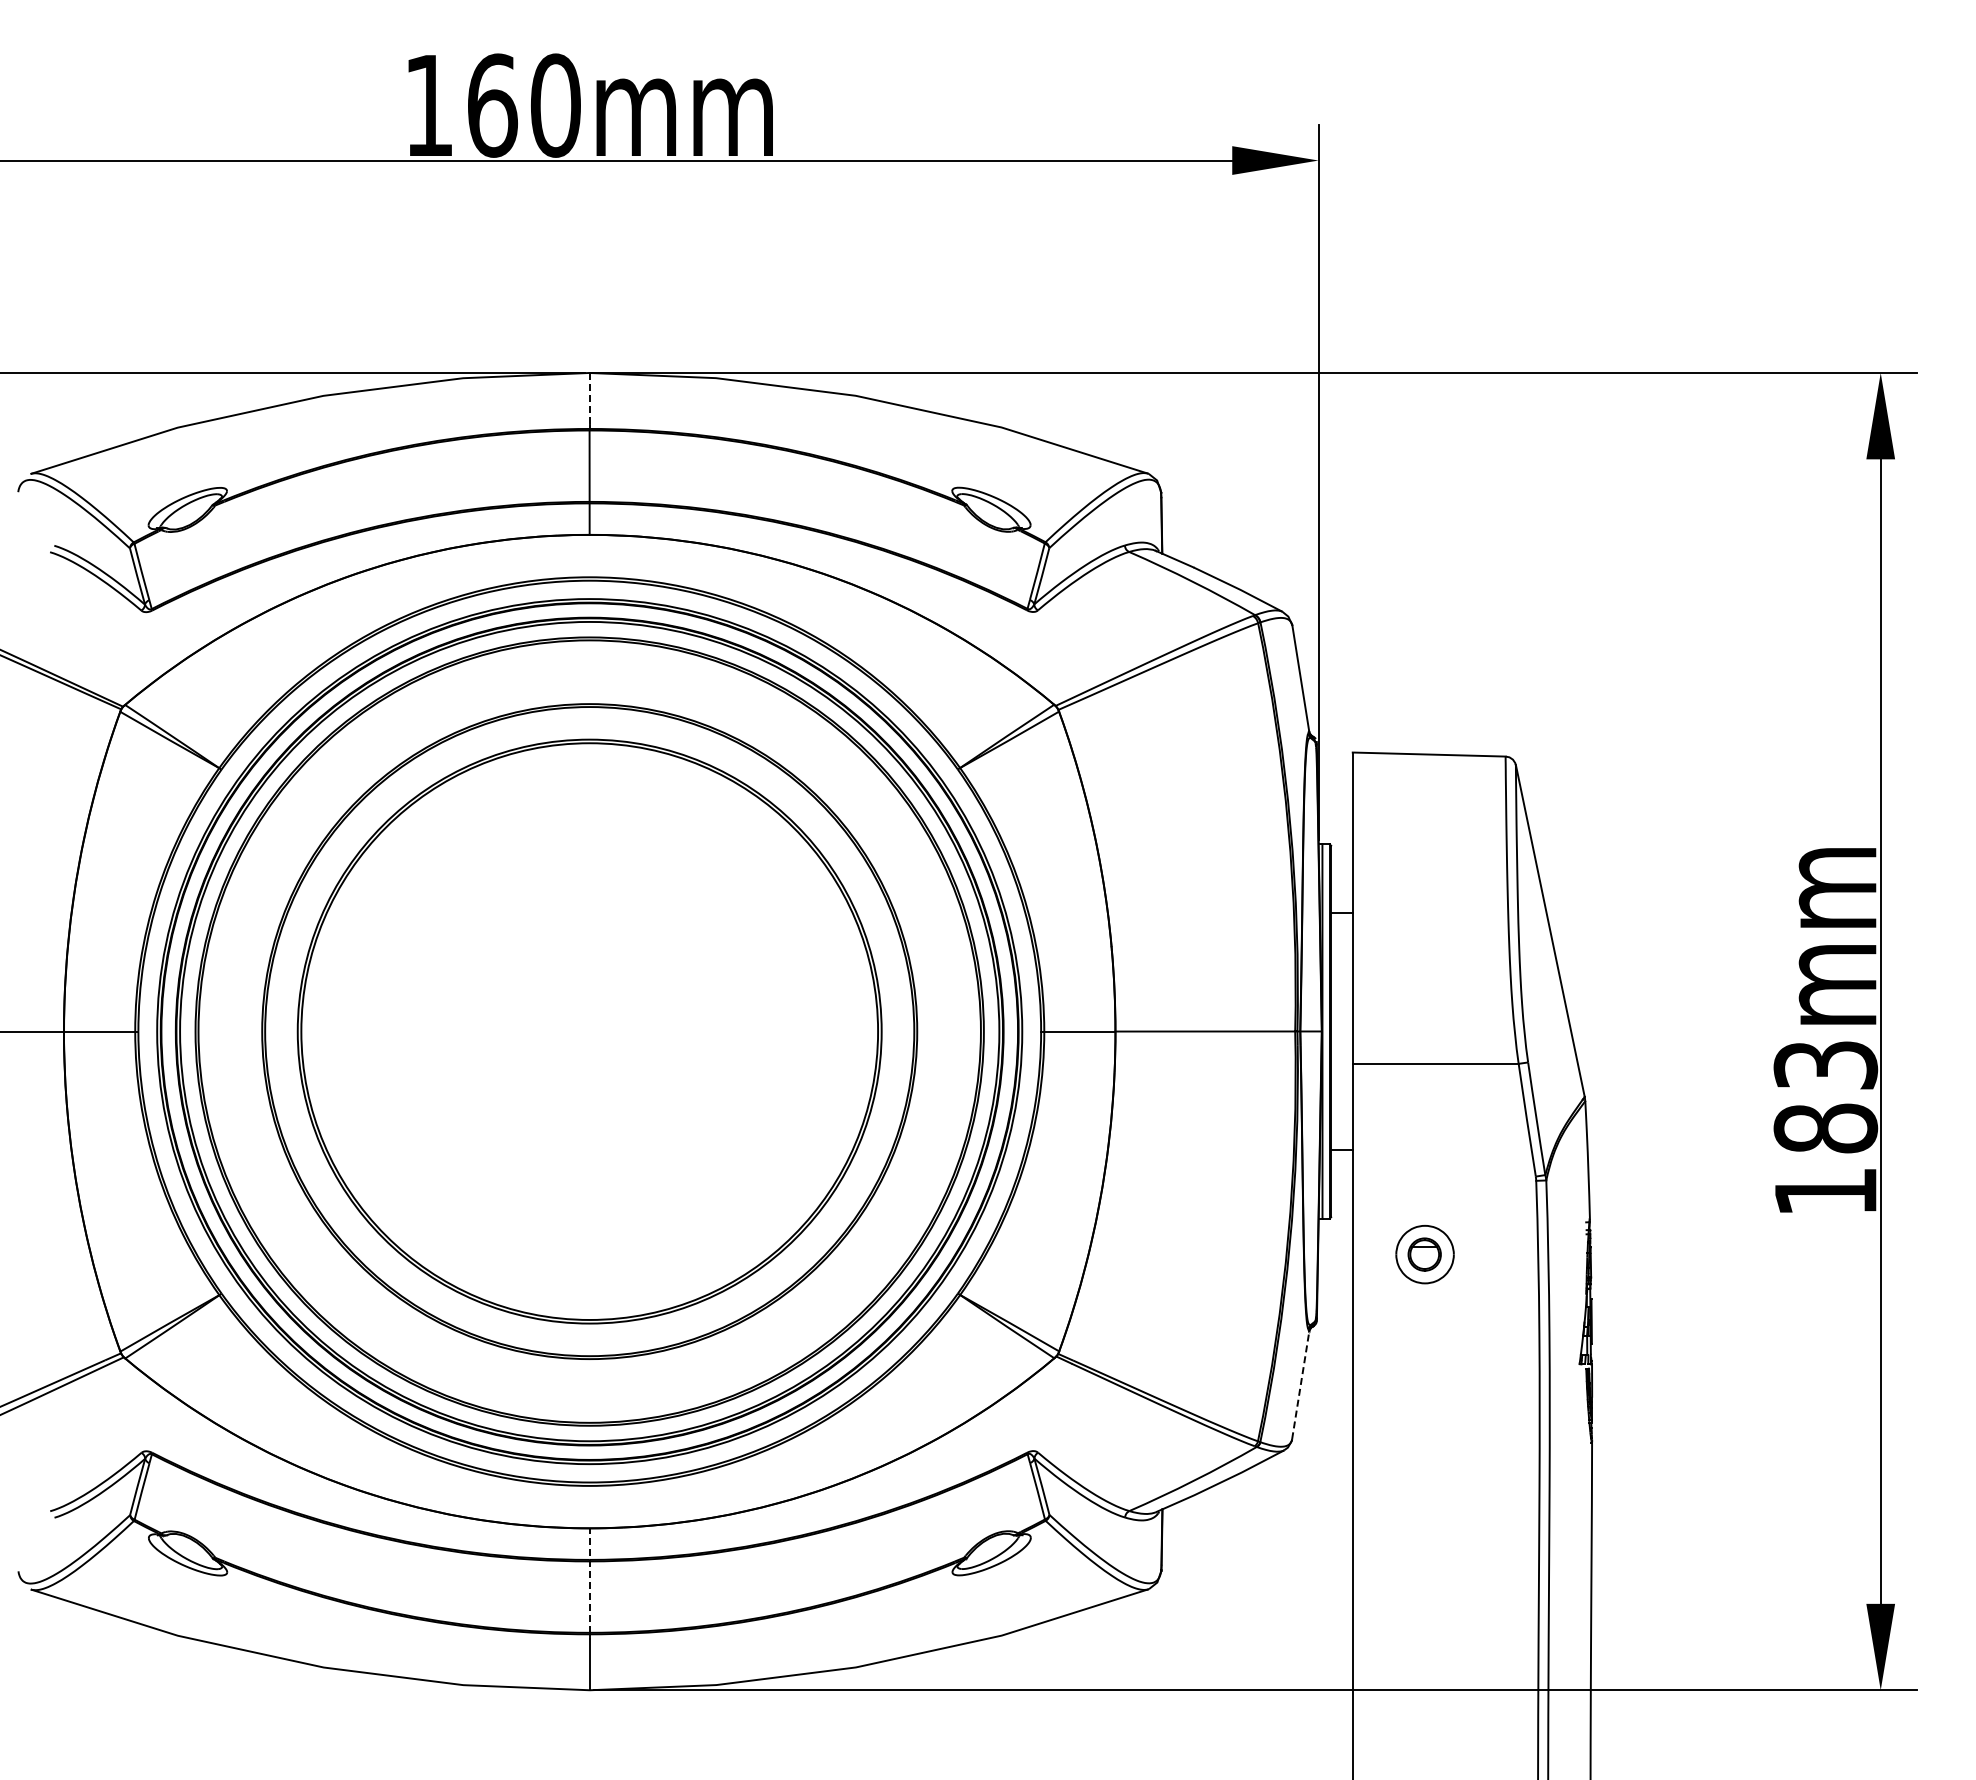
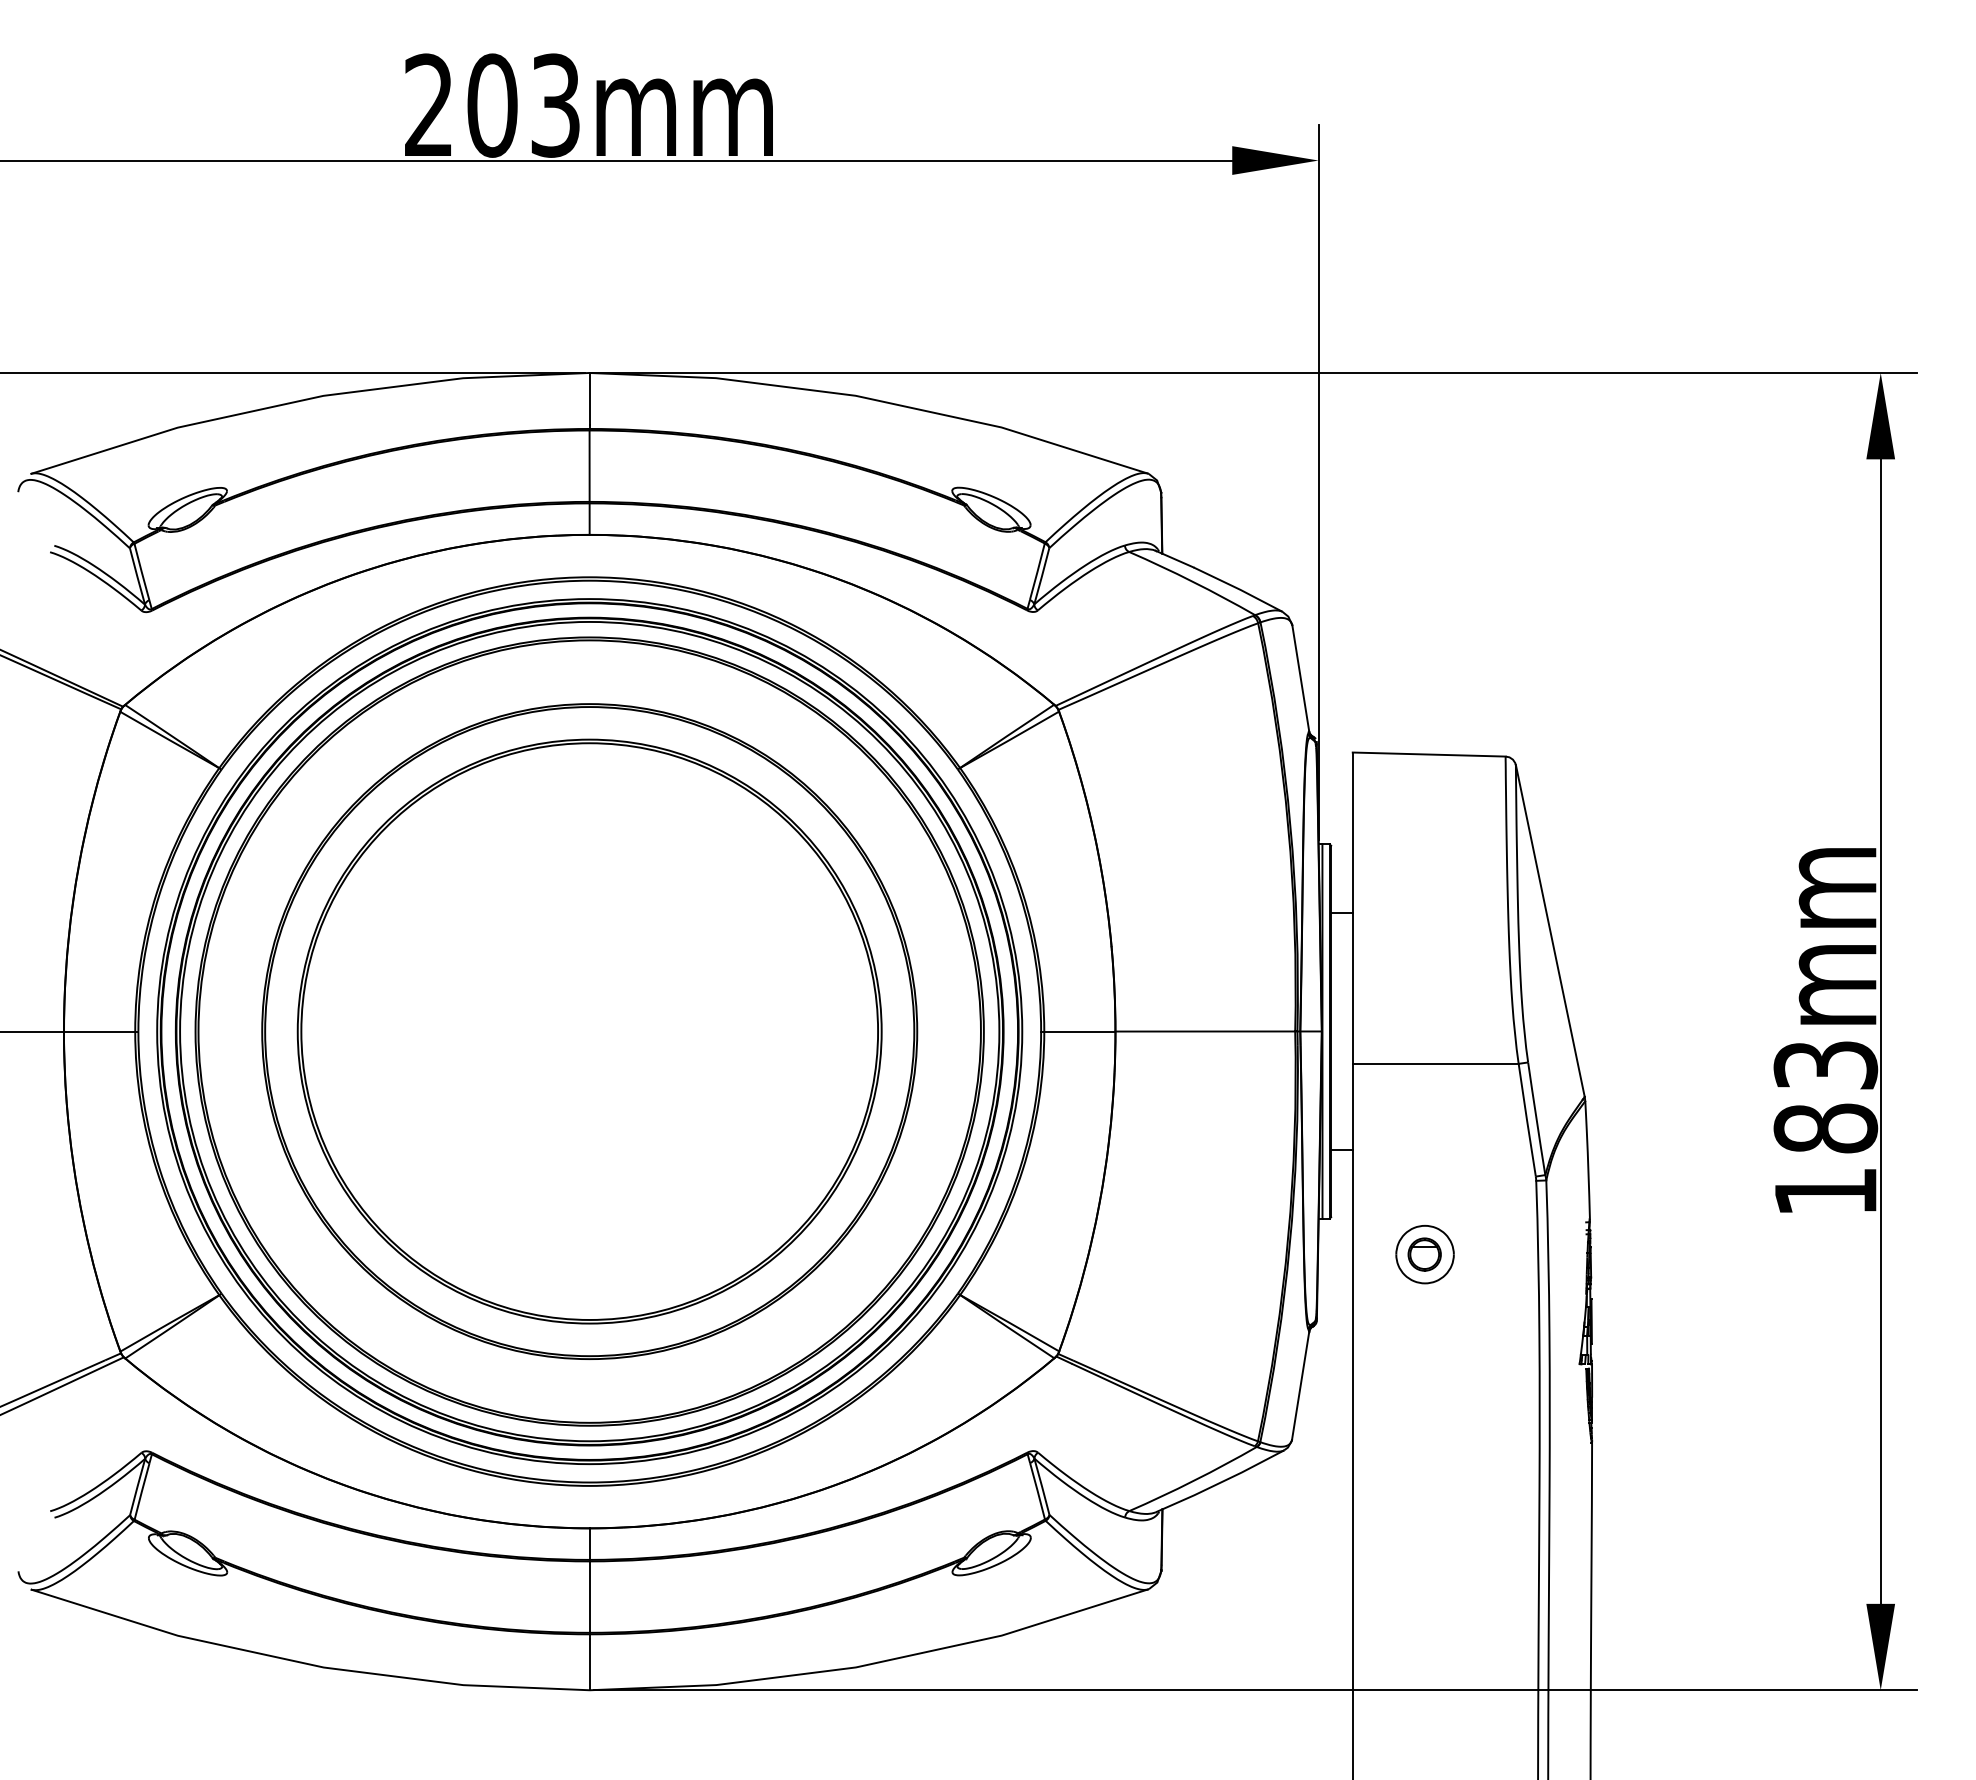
text at (492, 105): 160mm -> 203mm
line at (589, 398): dashed -> solid
line at (1300, 1385): dashed -> solid
line at (589, 1580): dashed -> solid
